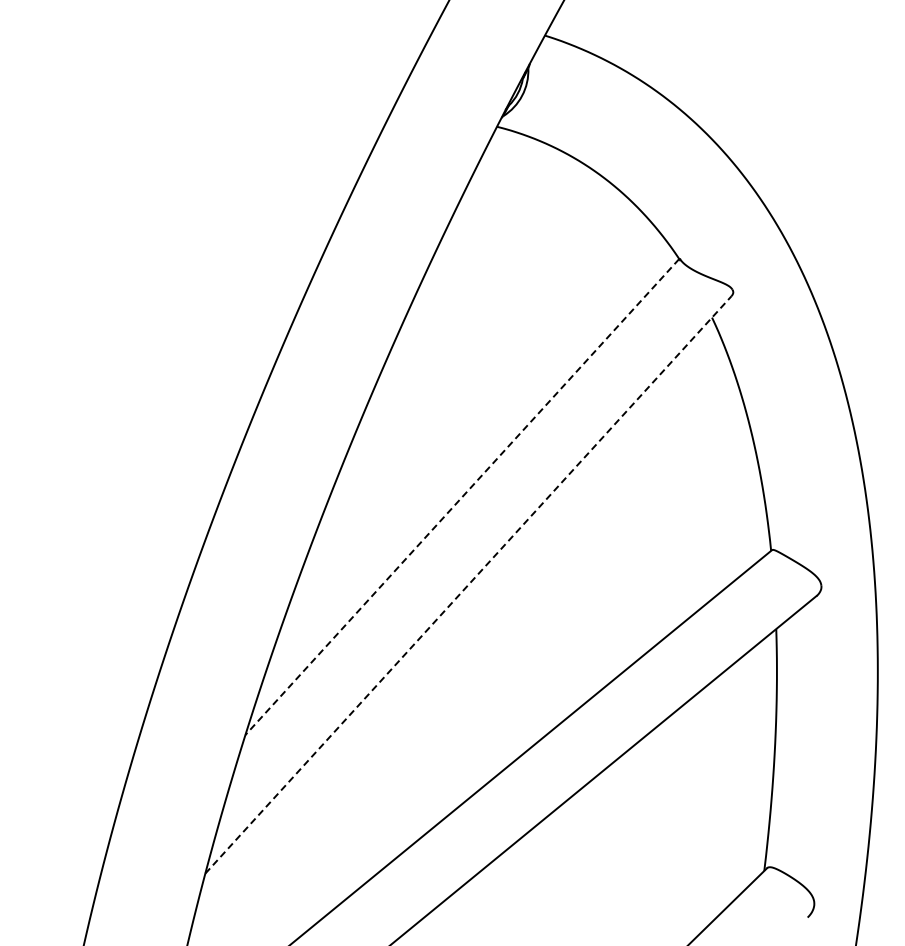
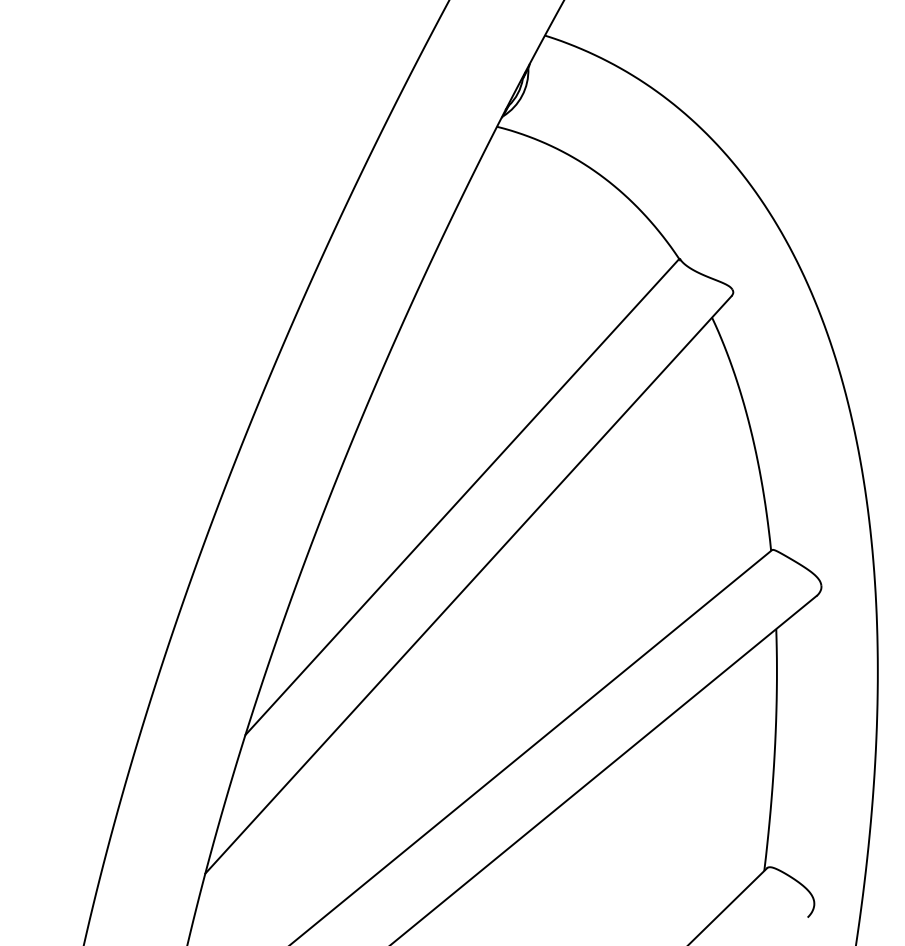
line at (462, 497): dashed -> solid
line at (468, 584): dashed -> solid
